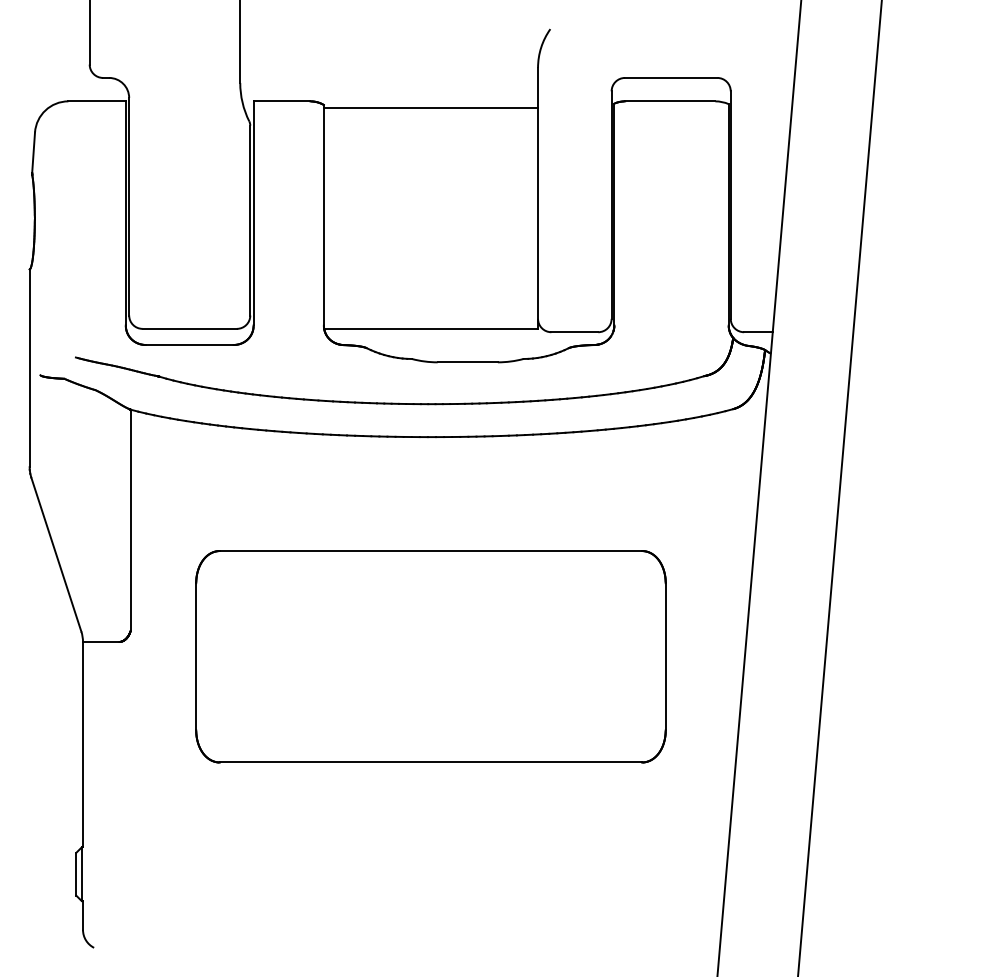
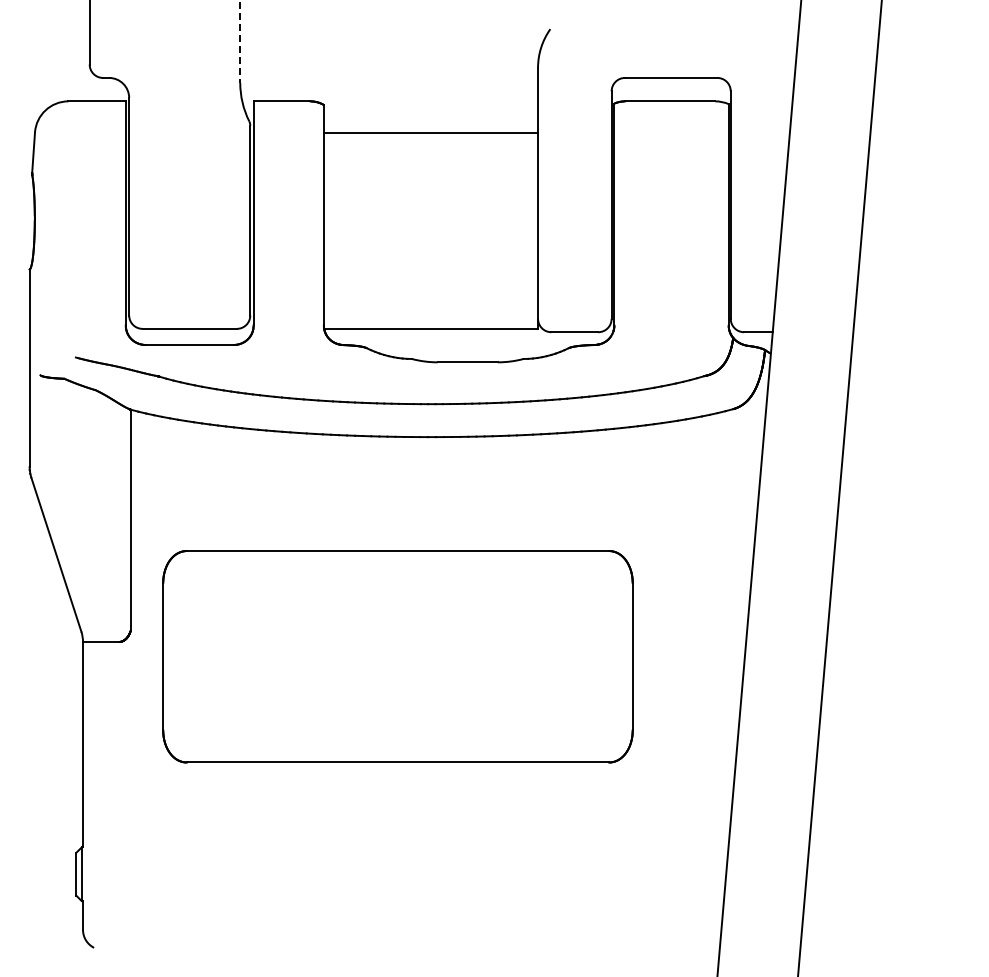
line at (240, 42): solid -> dashed
line at (430, 108) position: (430, 108) -> (430, 133)
part at (430, 656) position: (430, 656) -> (397, 656)
